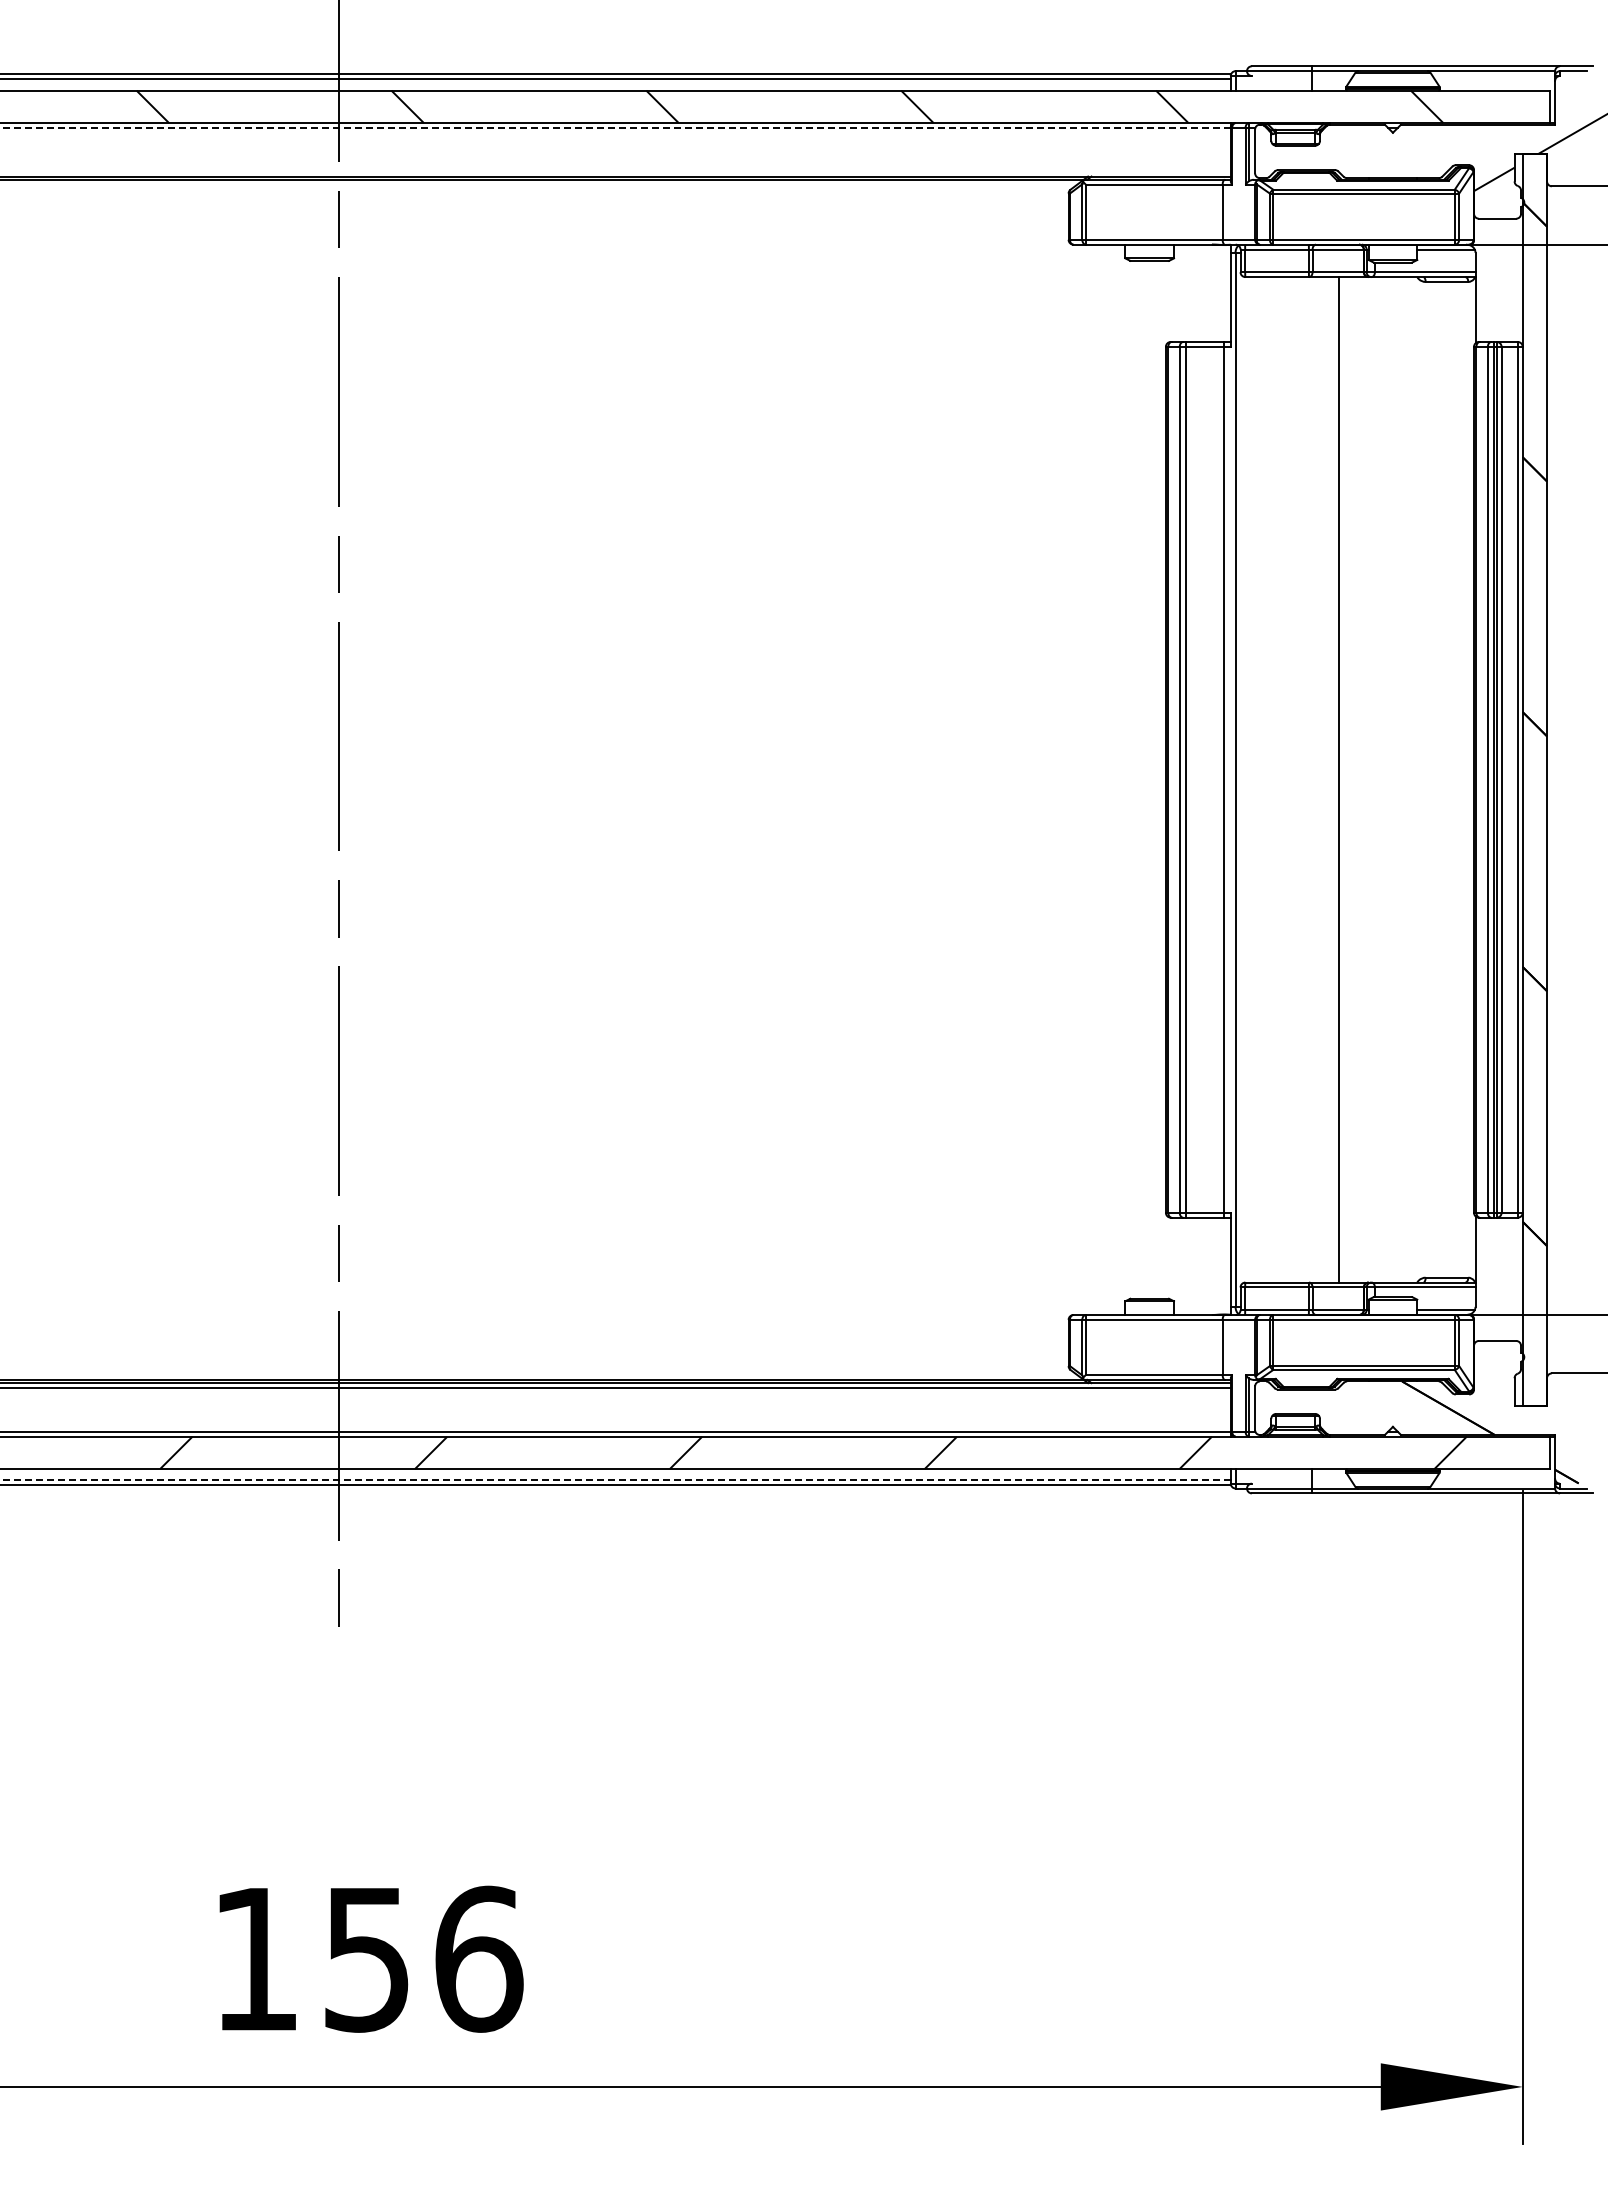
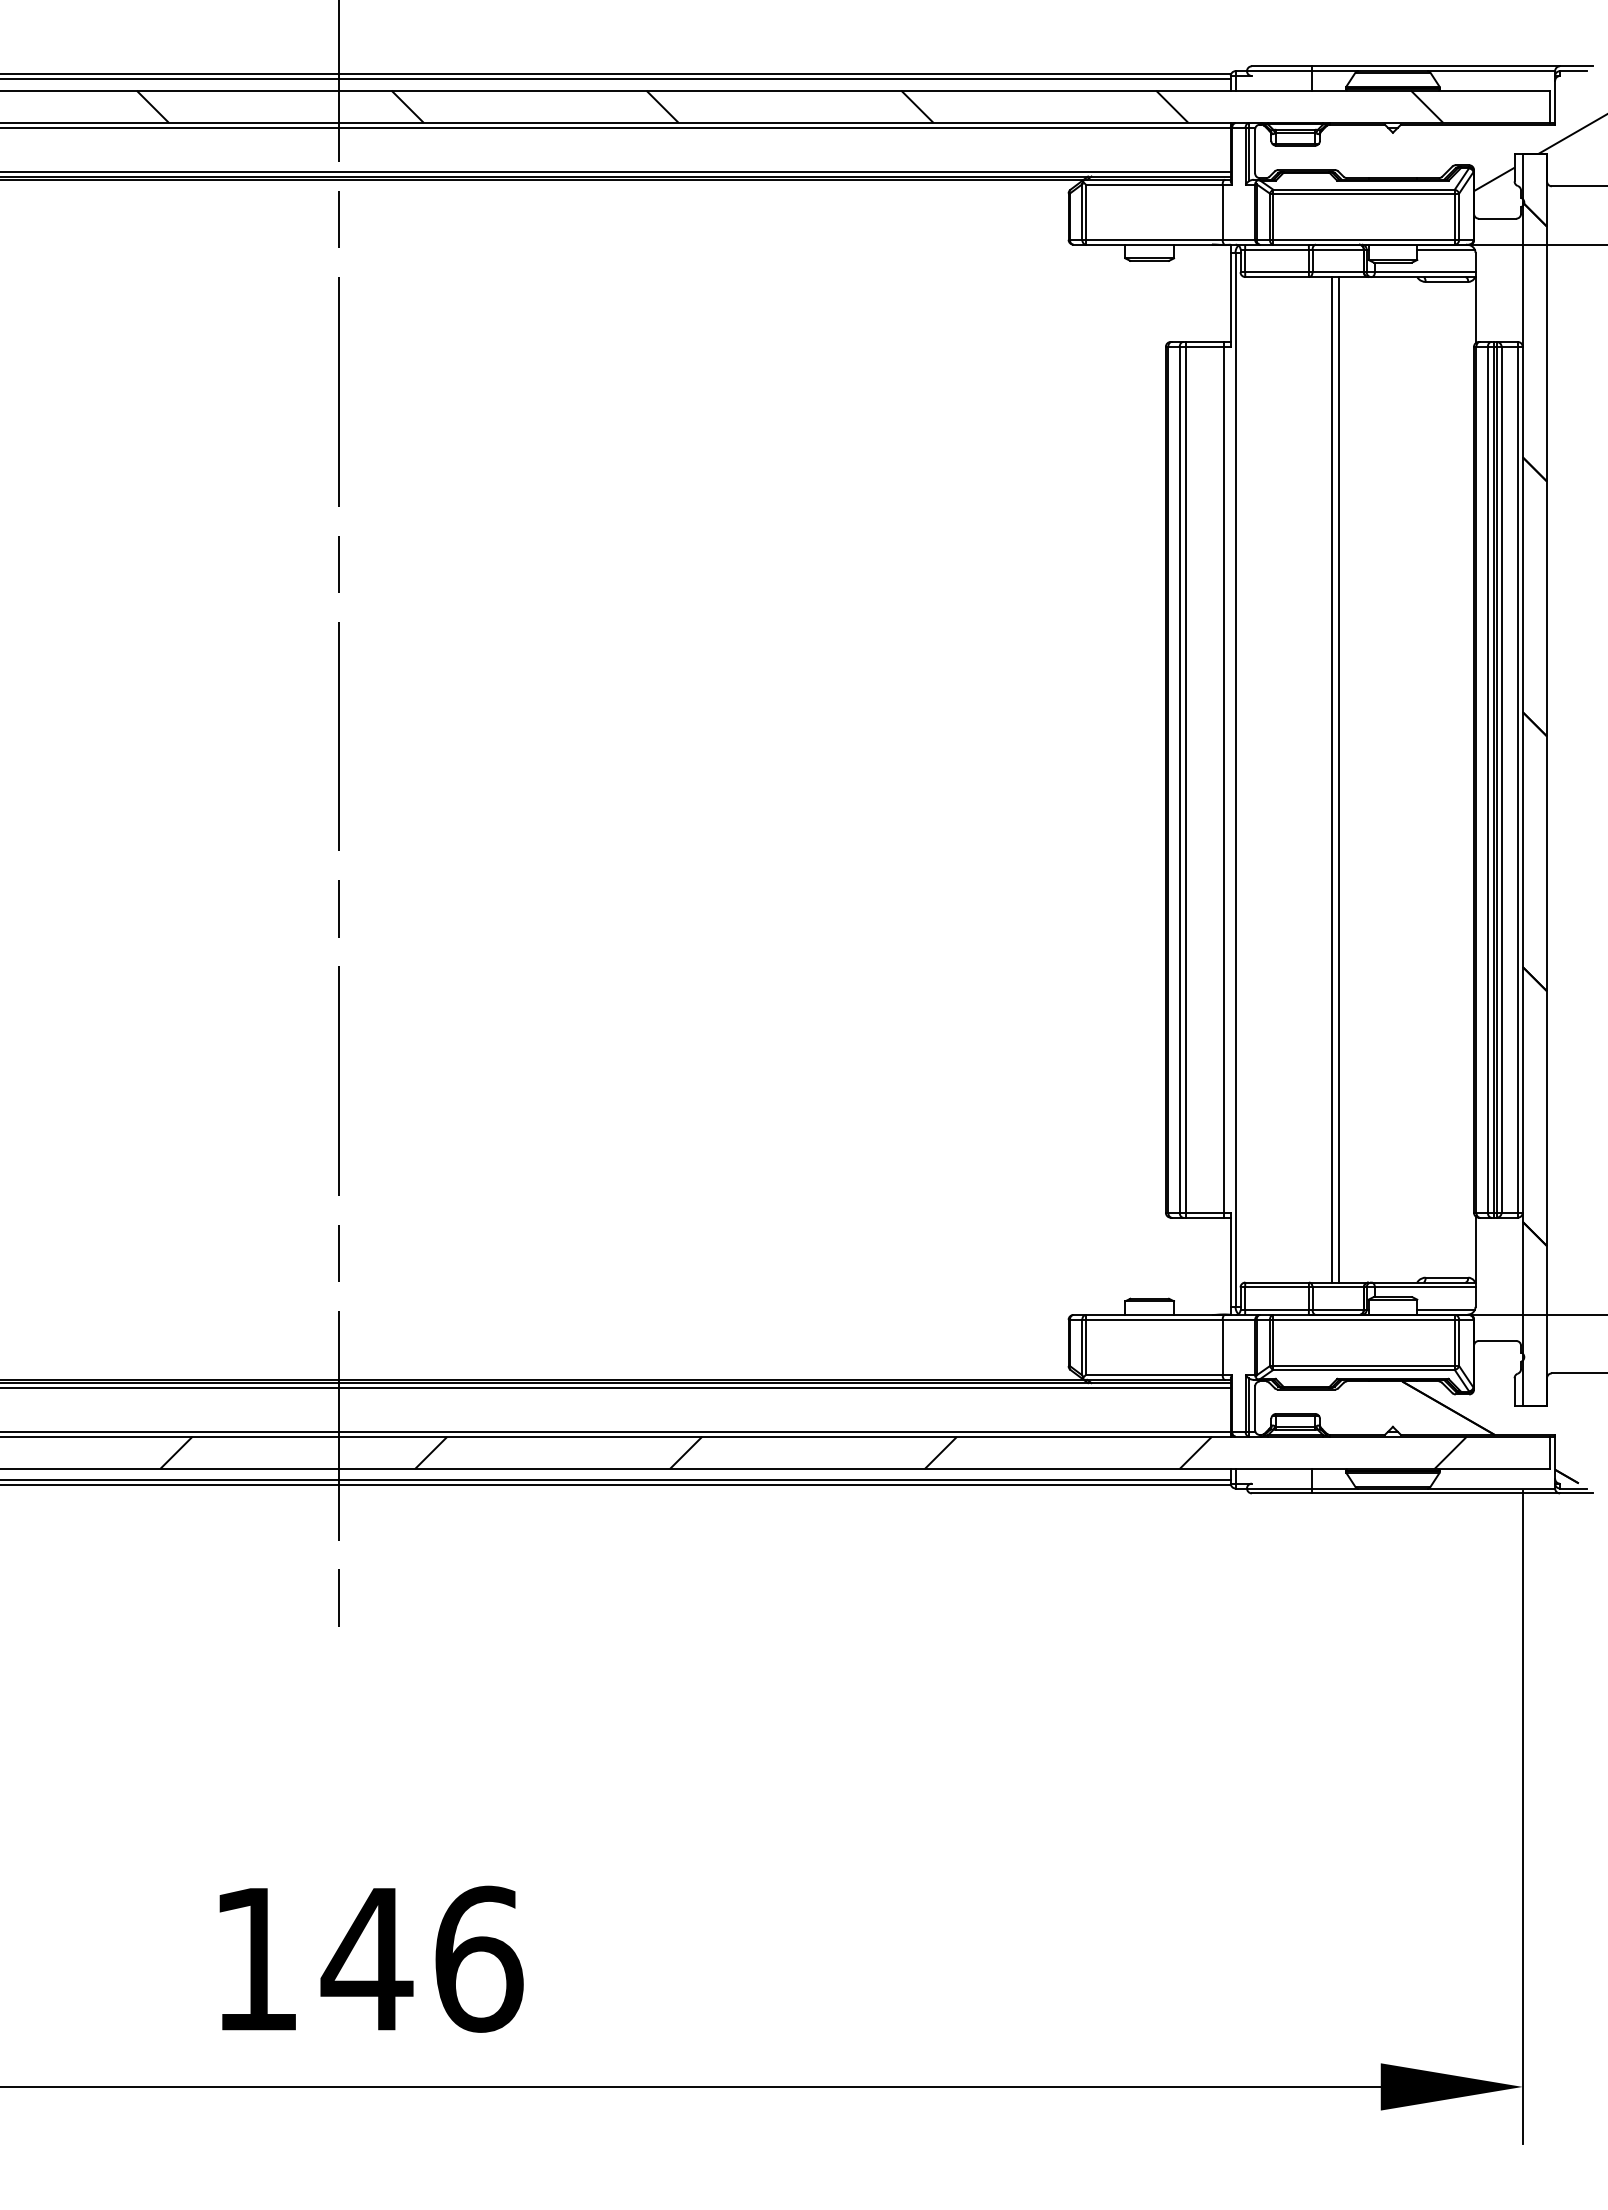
line at (615, 127): dashed -> solid
line at (616, 171): none -> present
line at (1332, 779): none -> present
line at (615, 1480): dashed -> solid
text at (366, 1960): 156 -> 146
